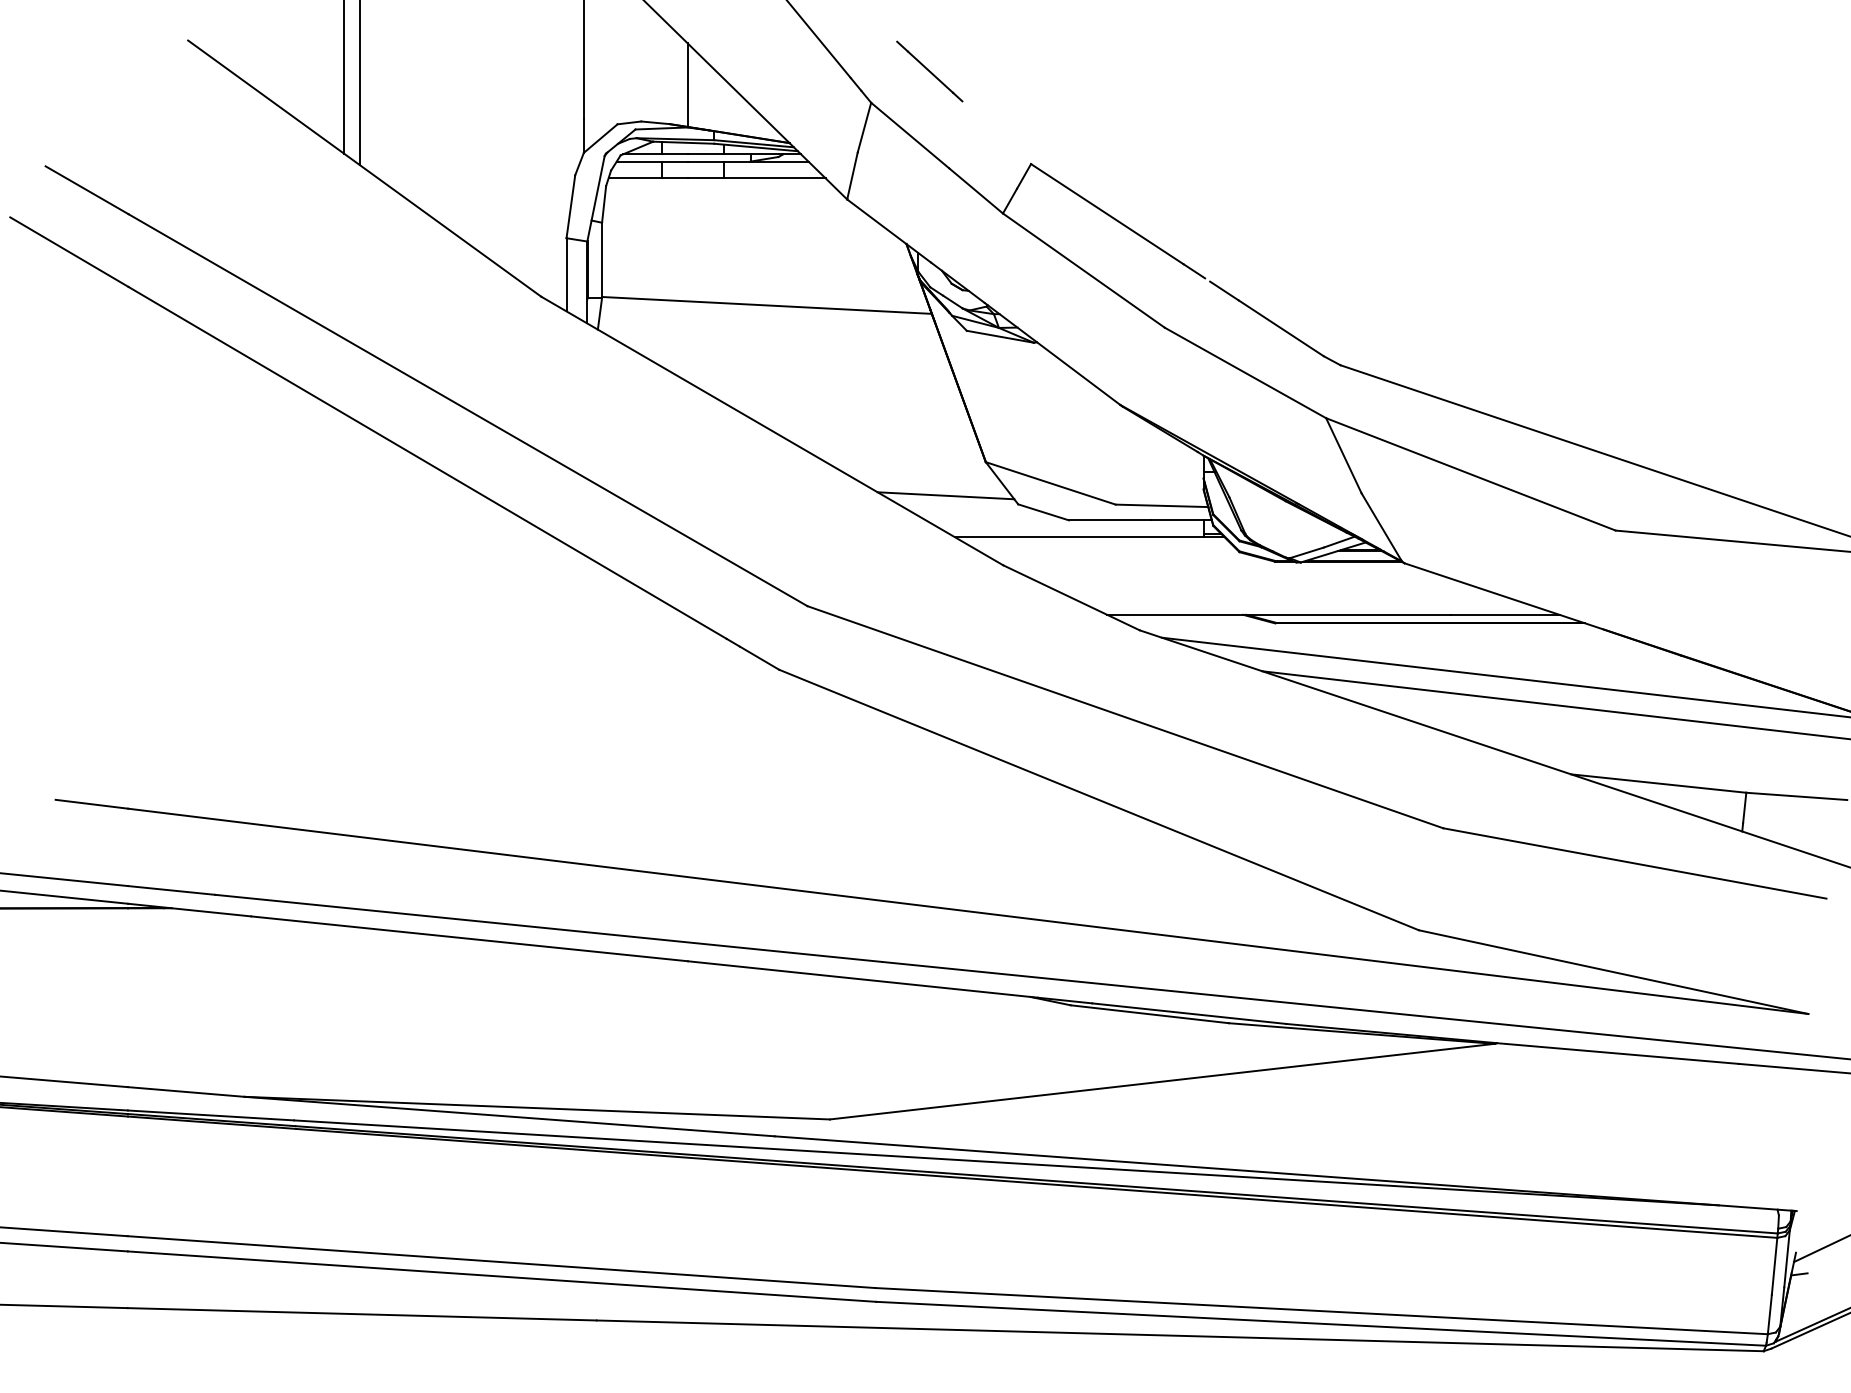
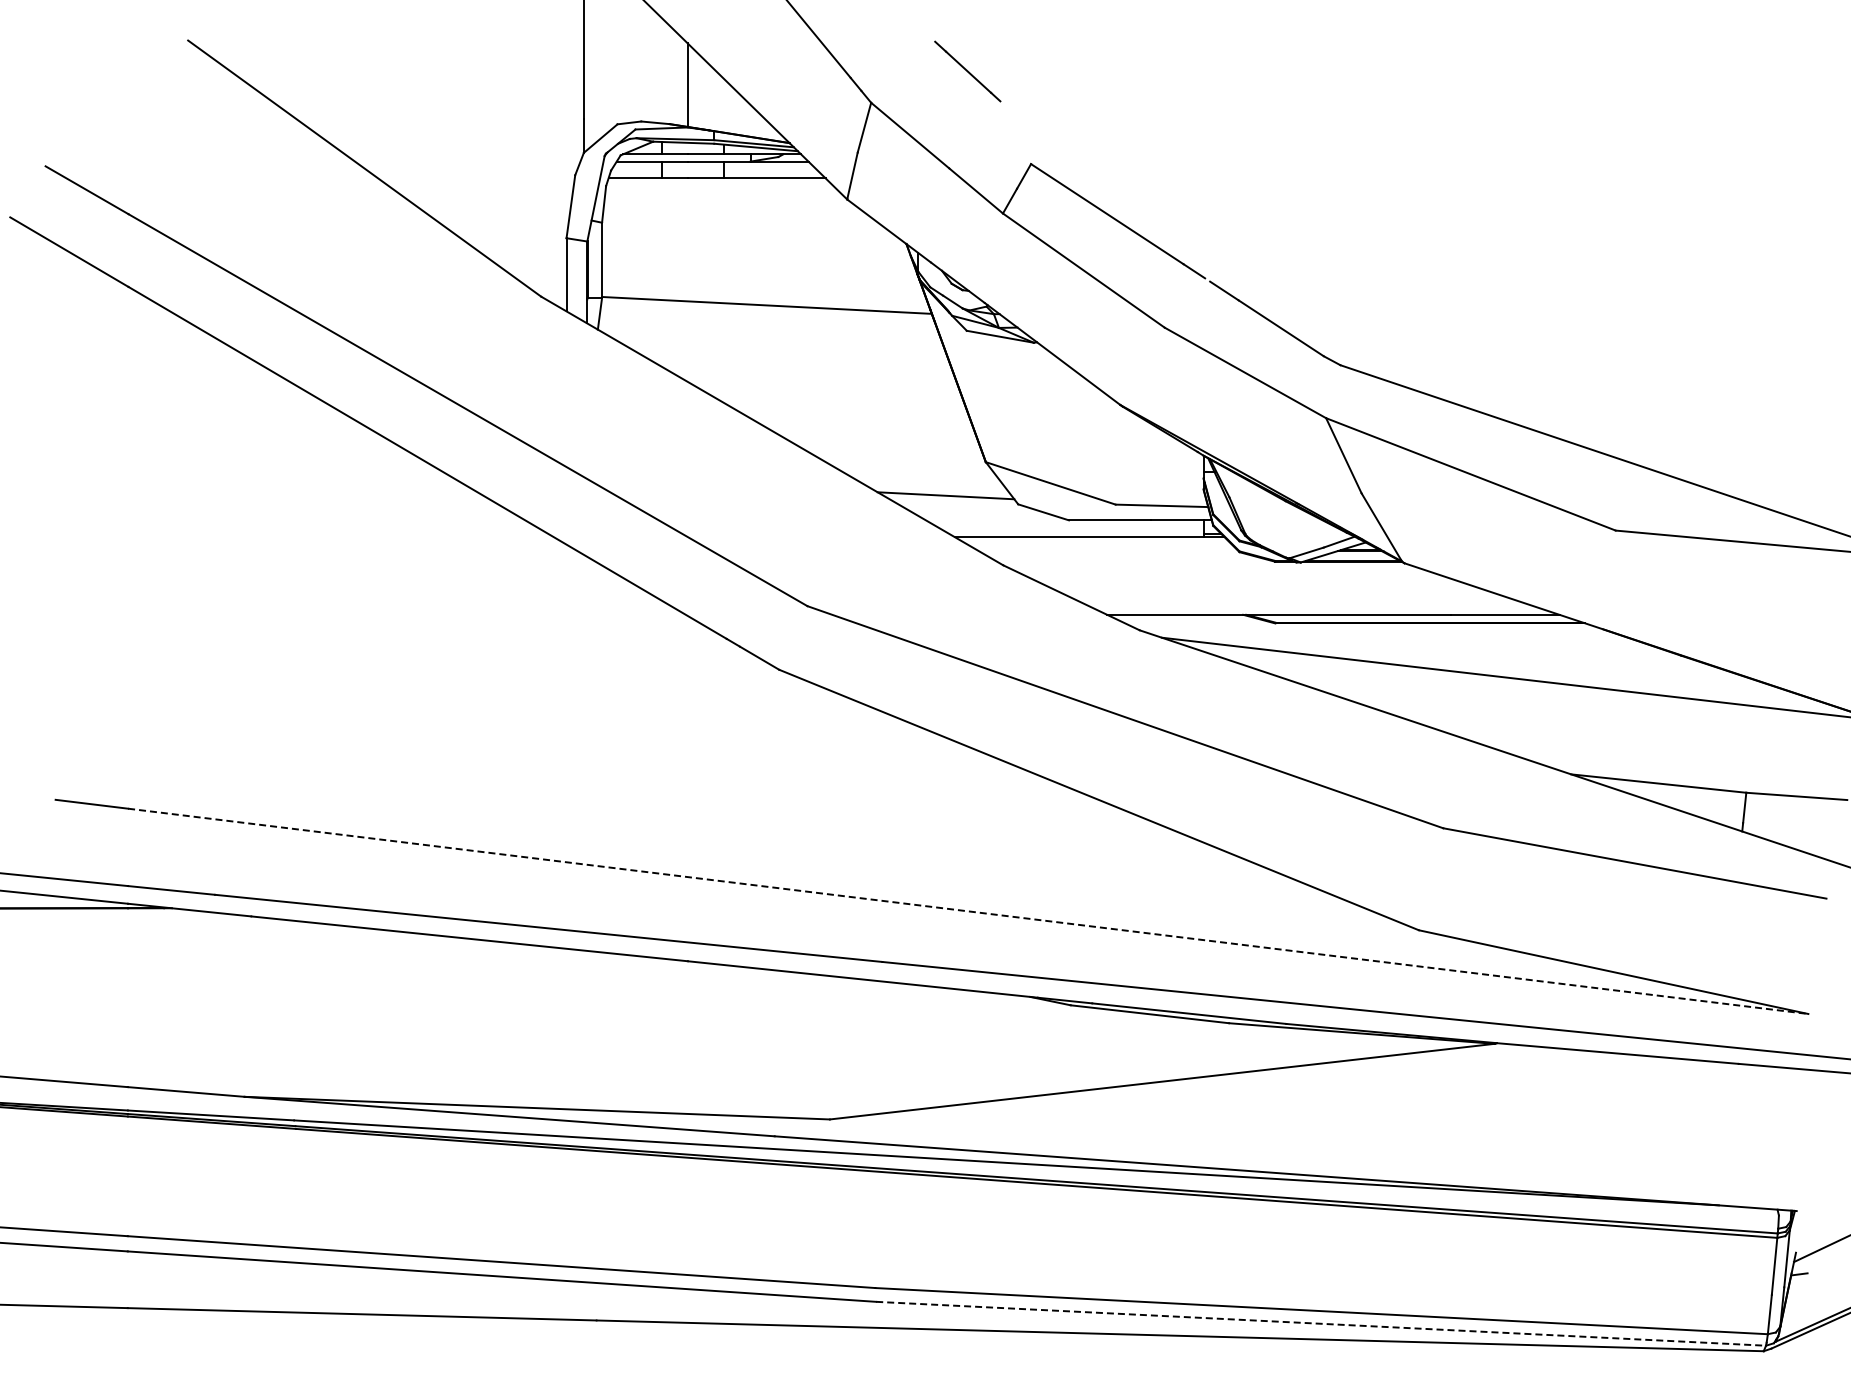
line at (929, 71) position: (929, 71) -> (967, 71)
line at (344, 77): present -> none
line at (360, 83): present -> none
line at (1554, 704): present -> none
line at (968, 911): solid -> dashed
line at (1321, 1323): solid -> dashed
